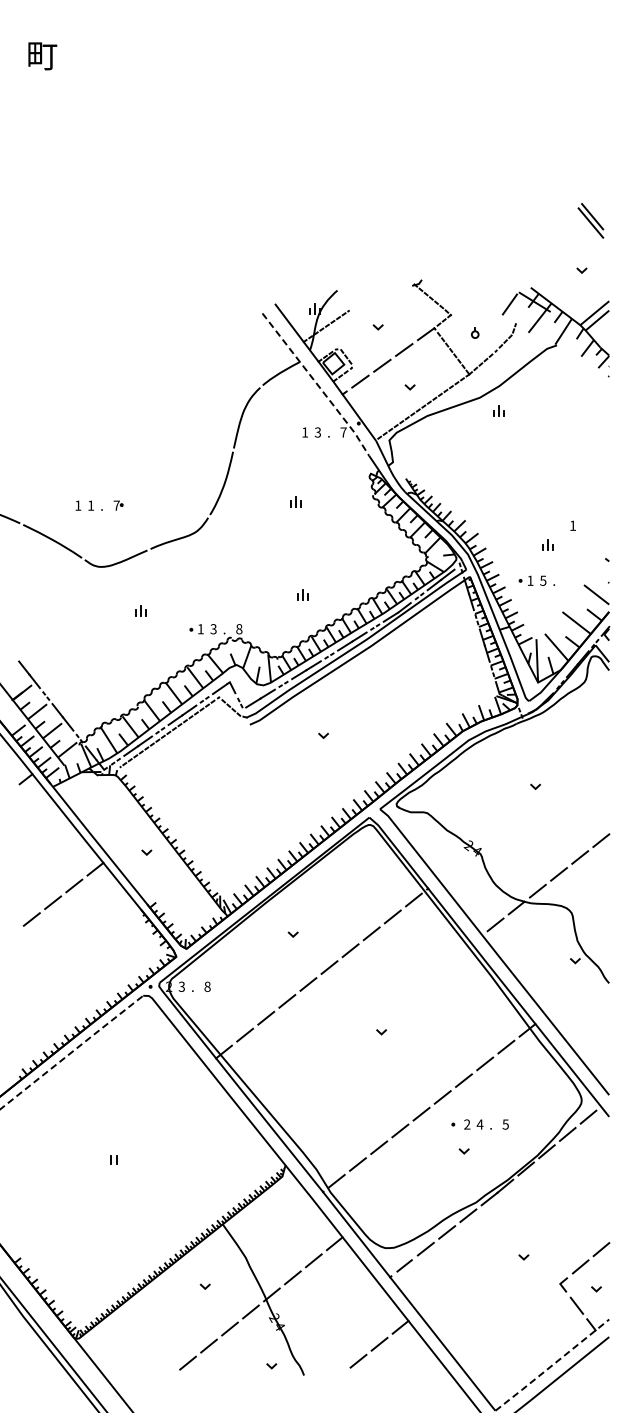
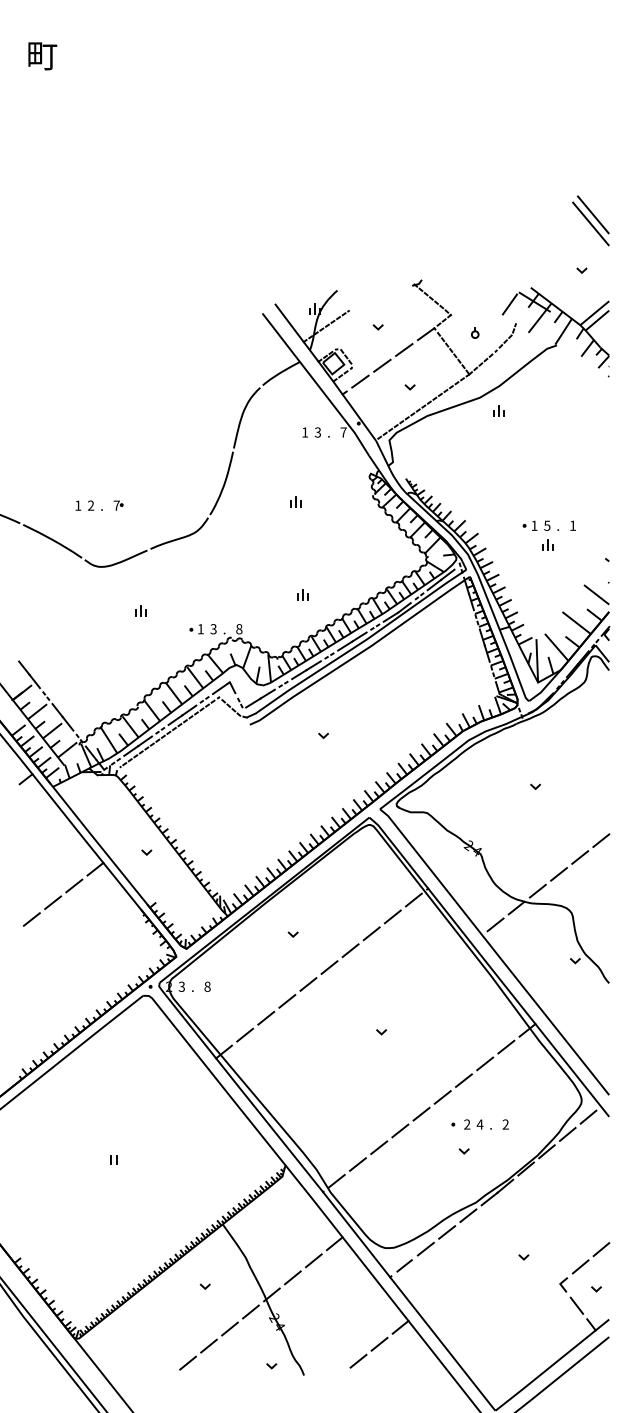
part at (590, 220) size: 28x36 px -> 38x52 px
line at (317, 384): dashed -> solid
text at (91, 505): 1 -> 2
part at (536, 580) position: (536, 580) -> (540, 525)
line at (72, 1052): dashed -> solid
text at (505, 1124): 5 -> 2
line at (552, 1365): dashed -> solid
